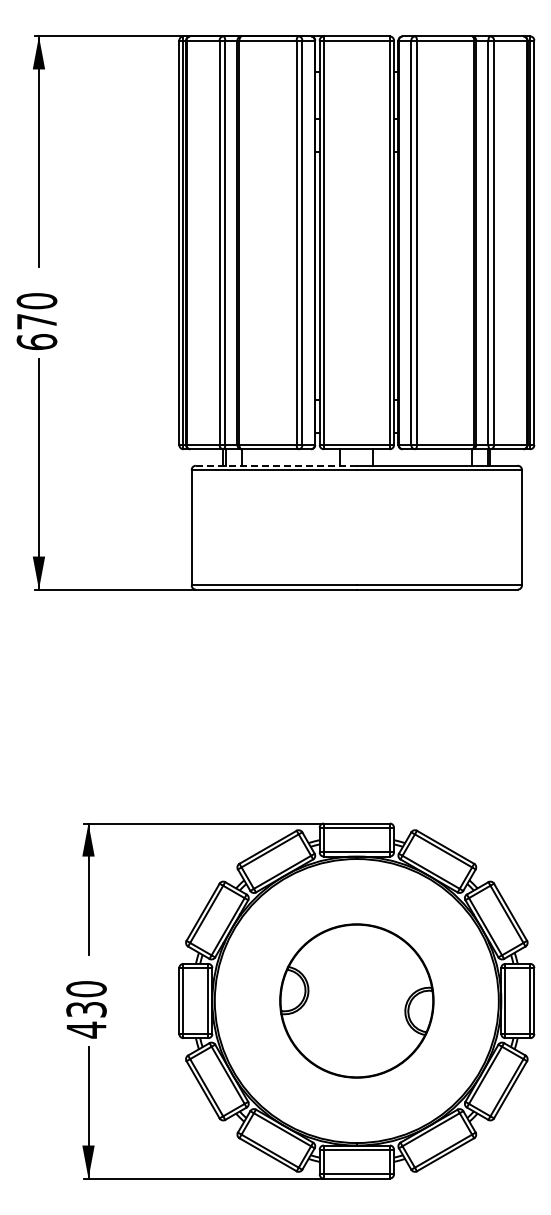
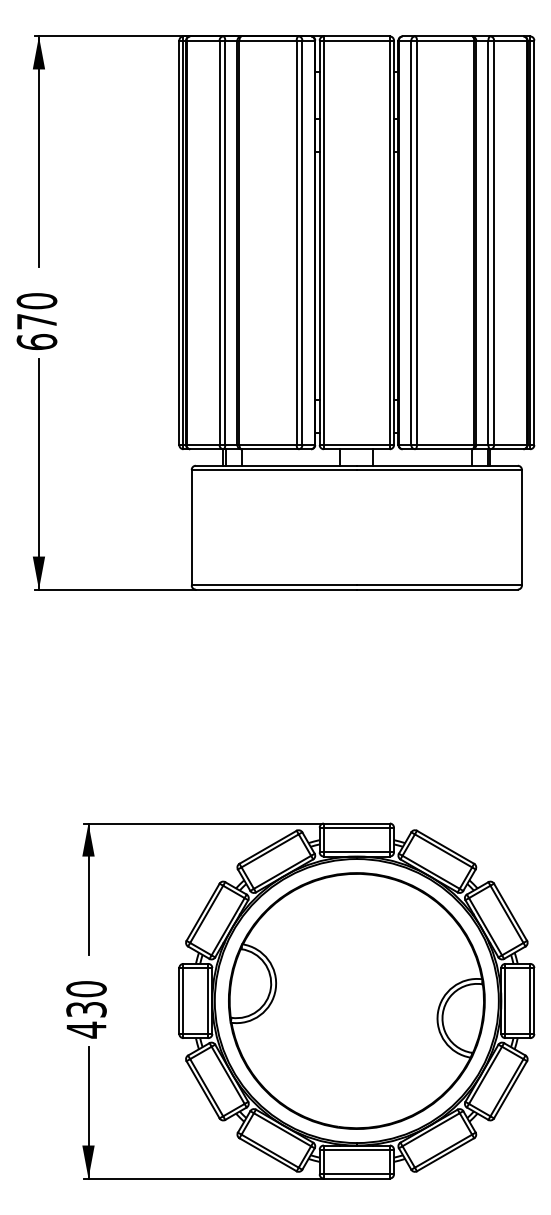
line at (276, 465): dashed -> solid
part at (356, 1000) size: 156x156 px -> 258x258 px
